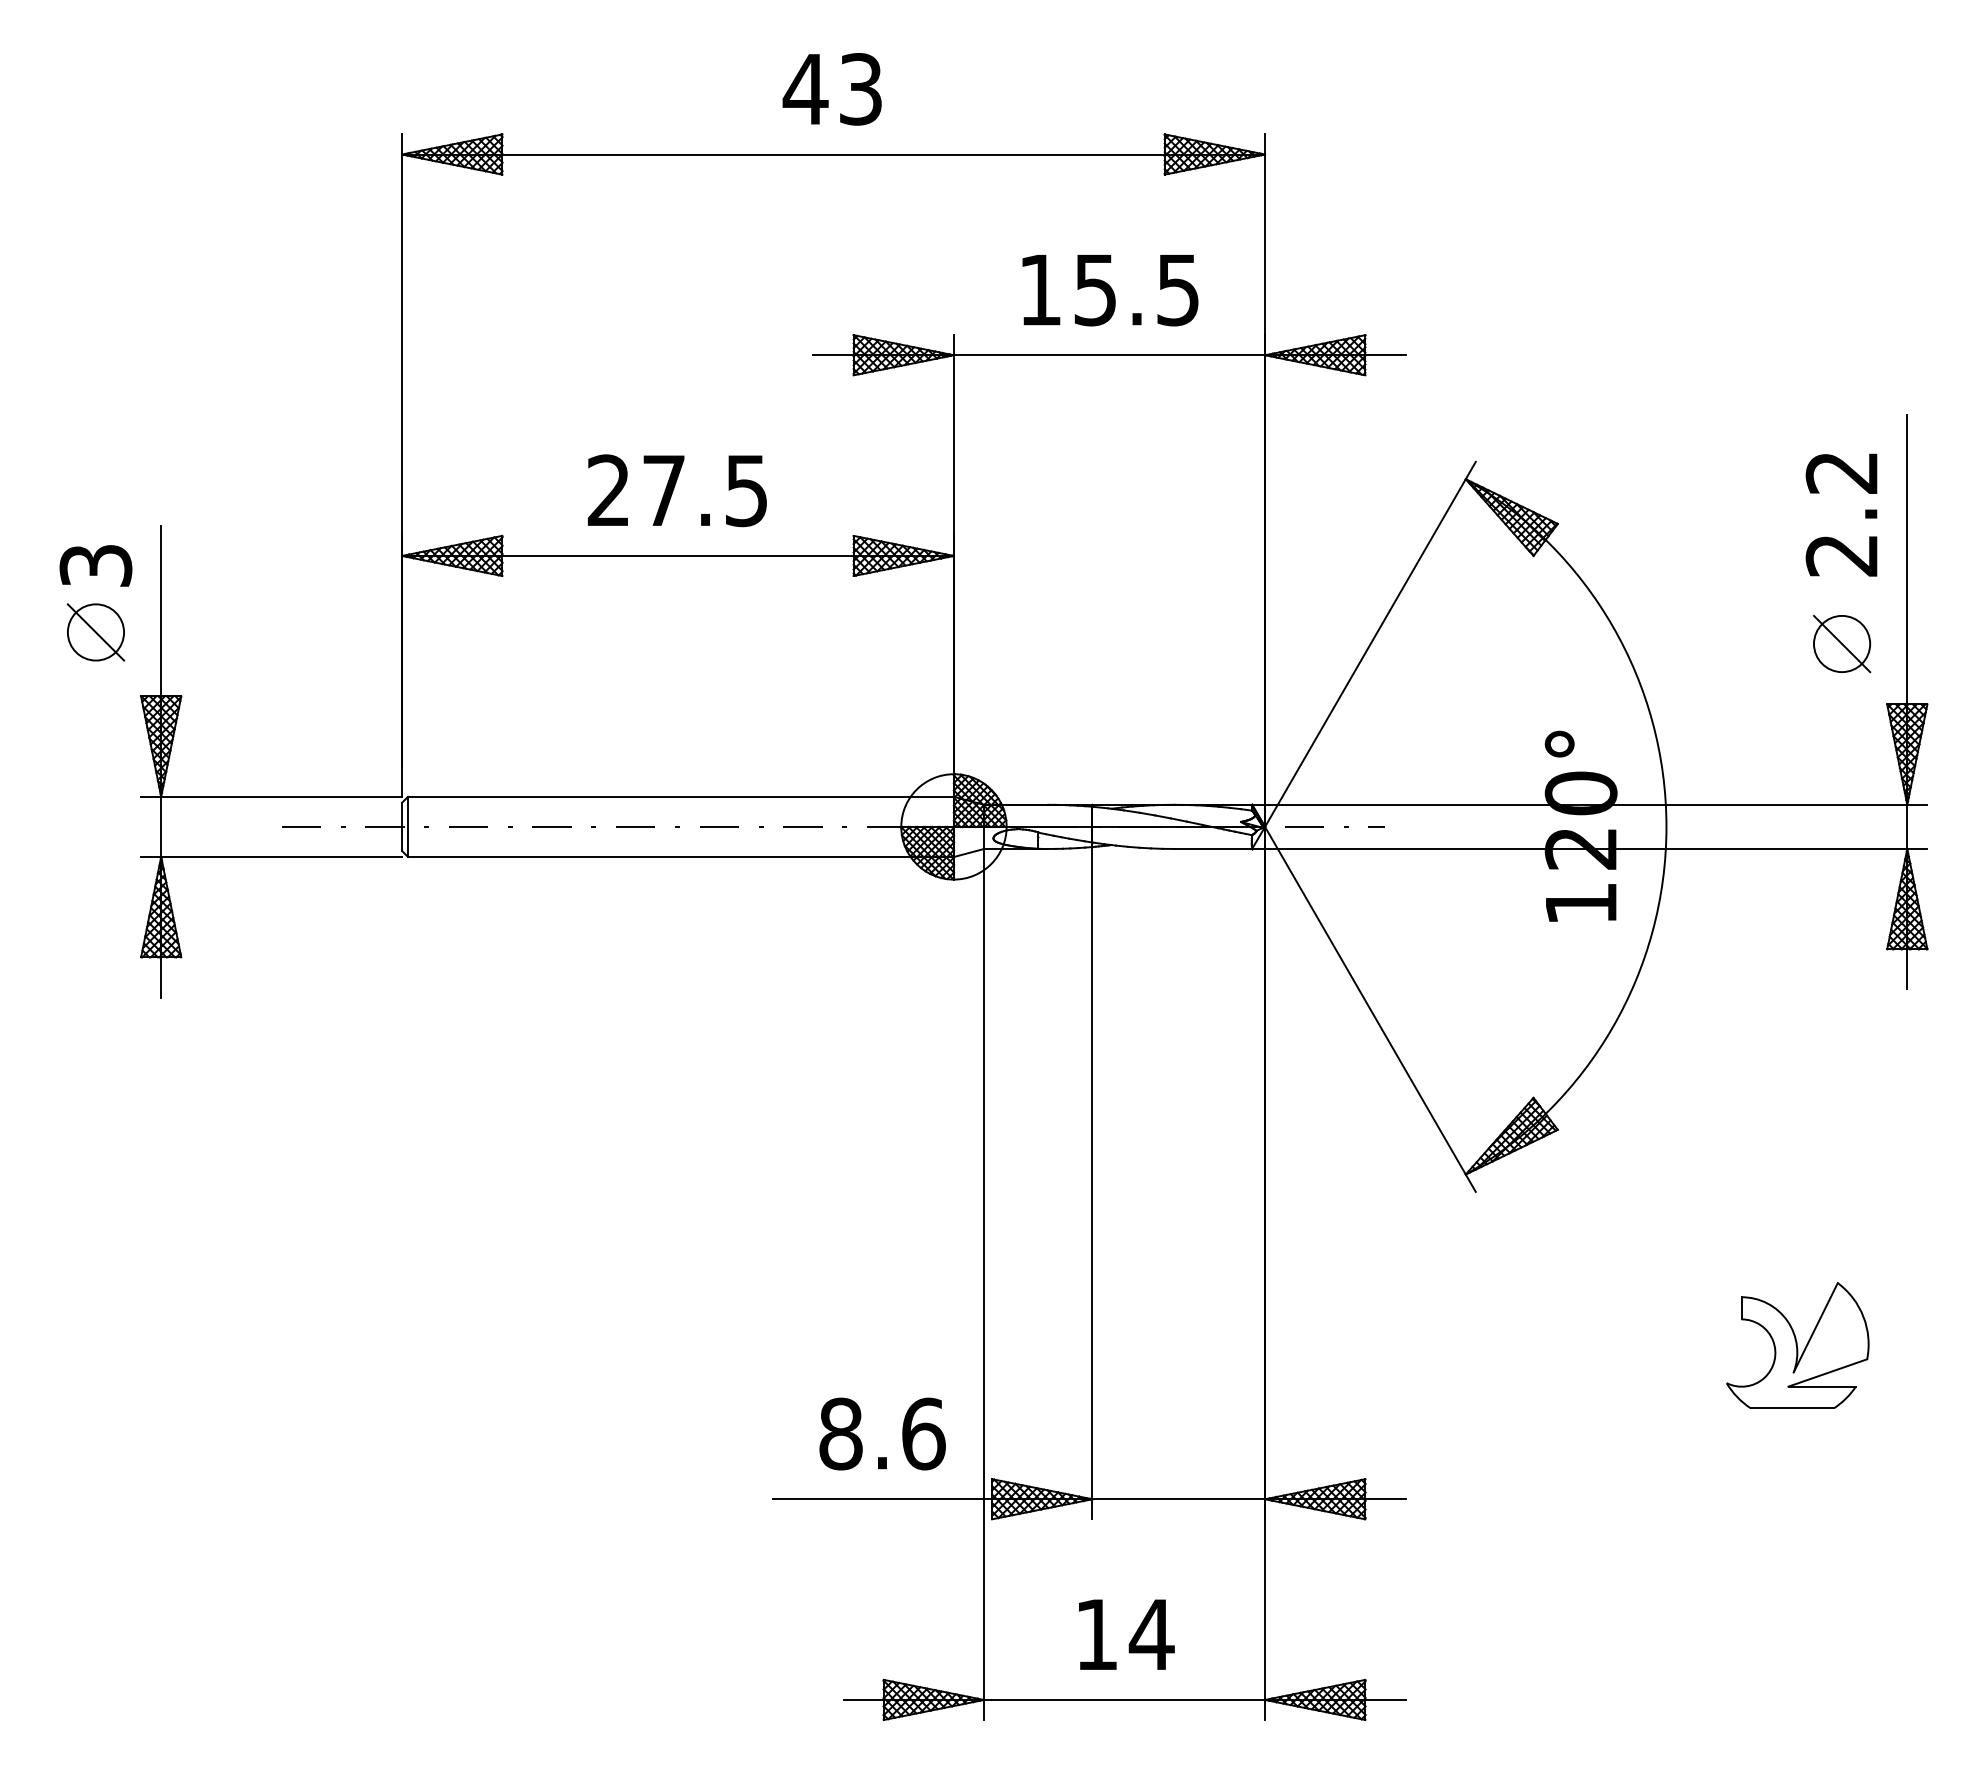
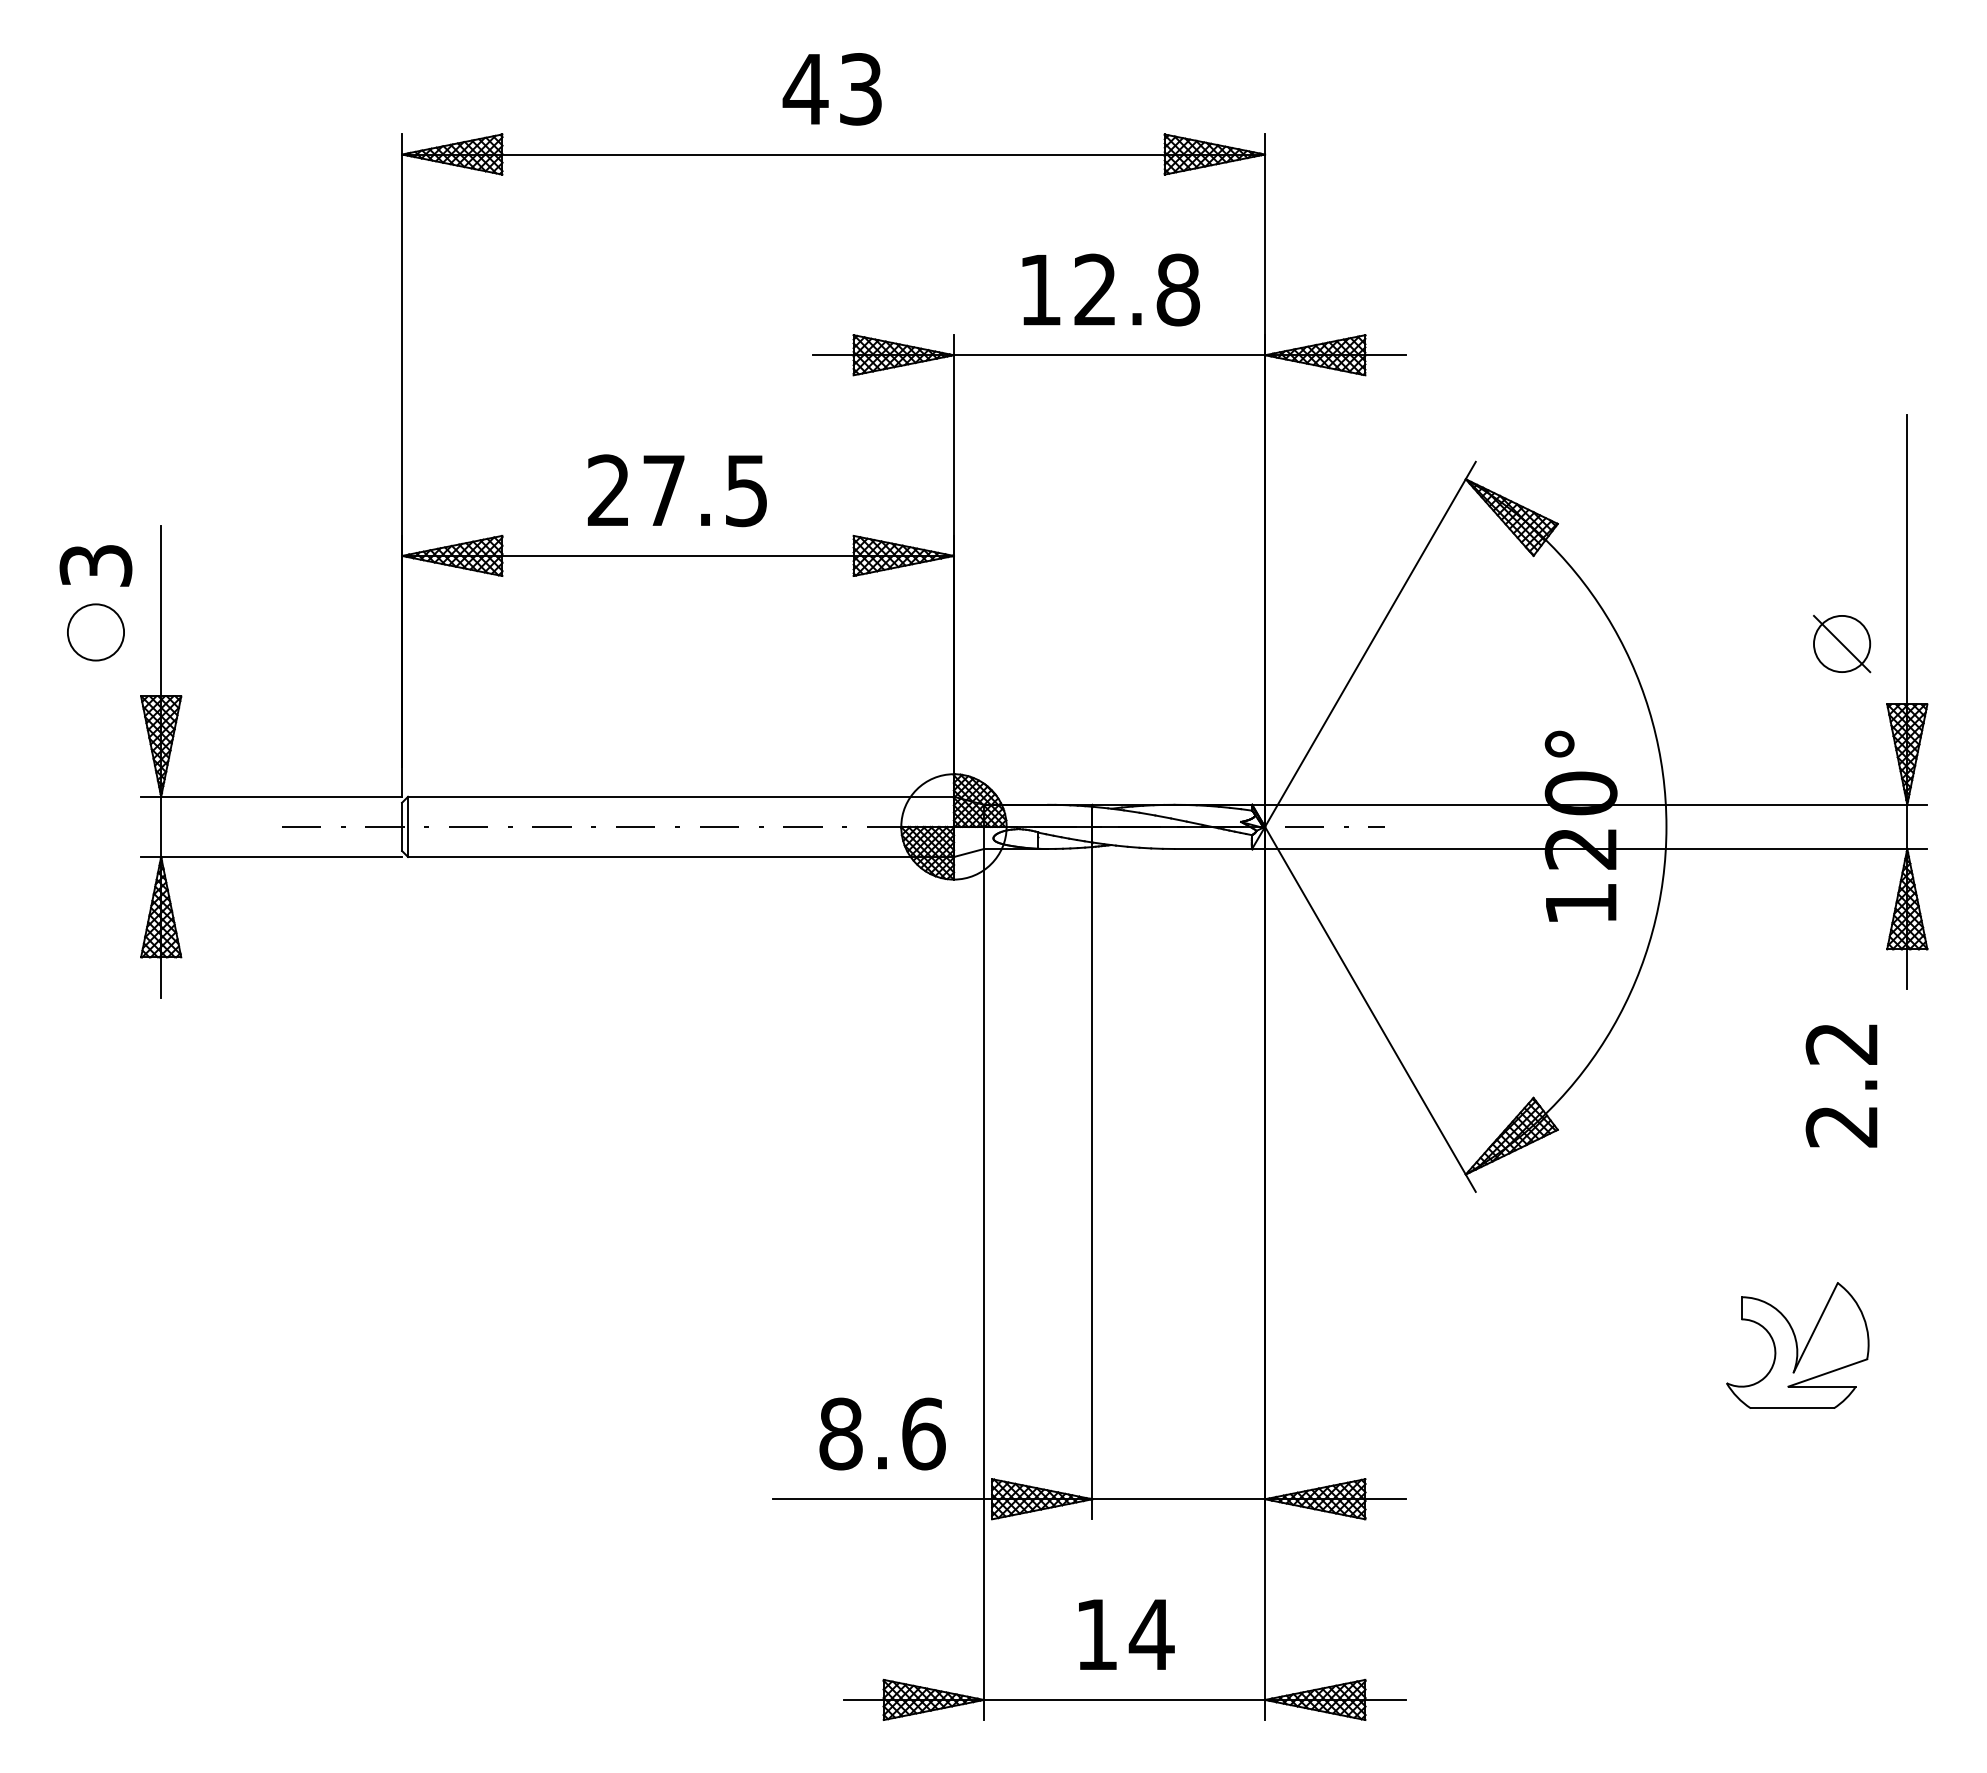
text at (1137, 289): 15.5 -> 12.8
text at (1841, 514) position: (1841, 514) -> (1841, 1085)
line at (95, 632): present -> none
